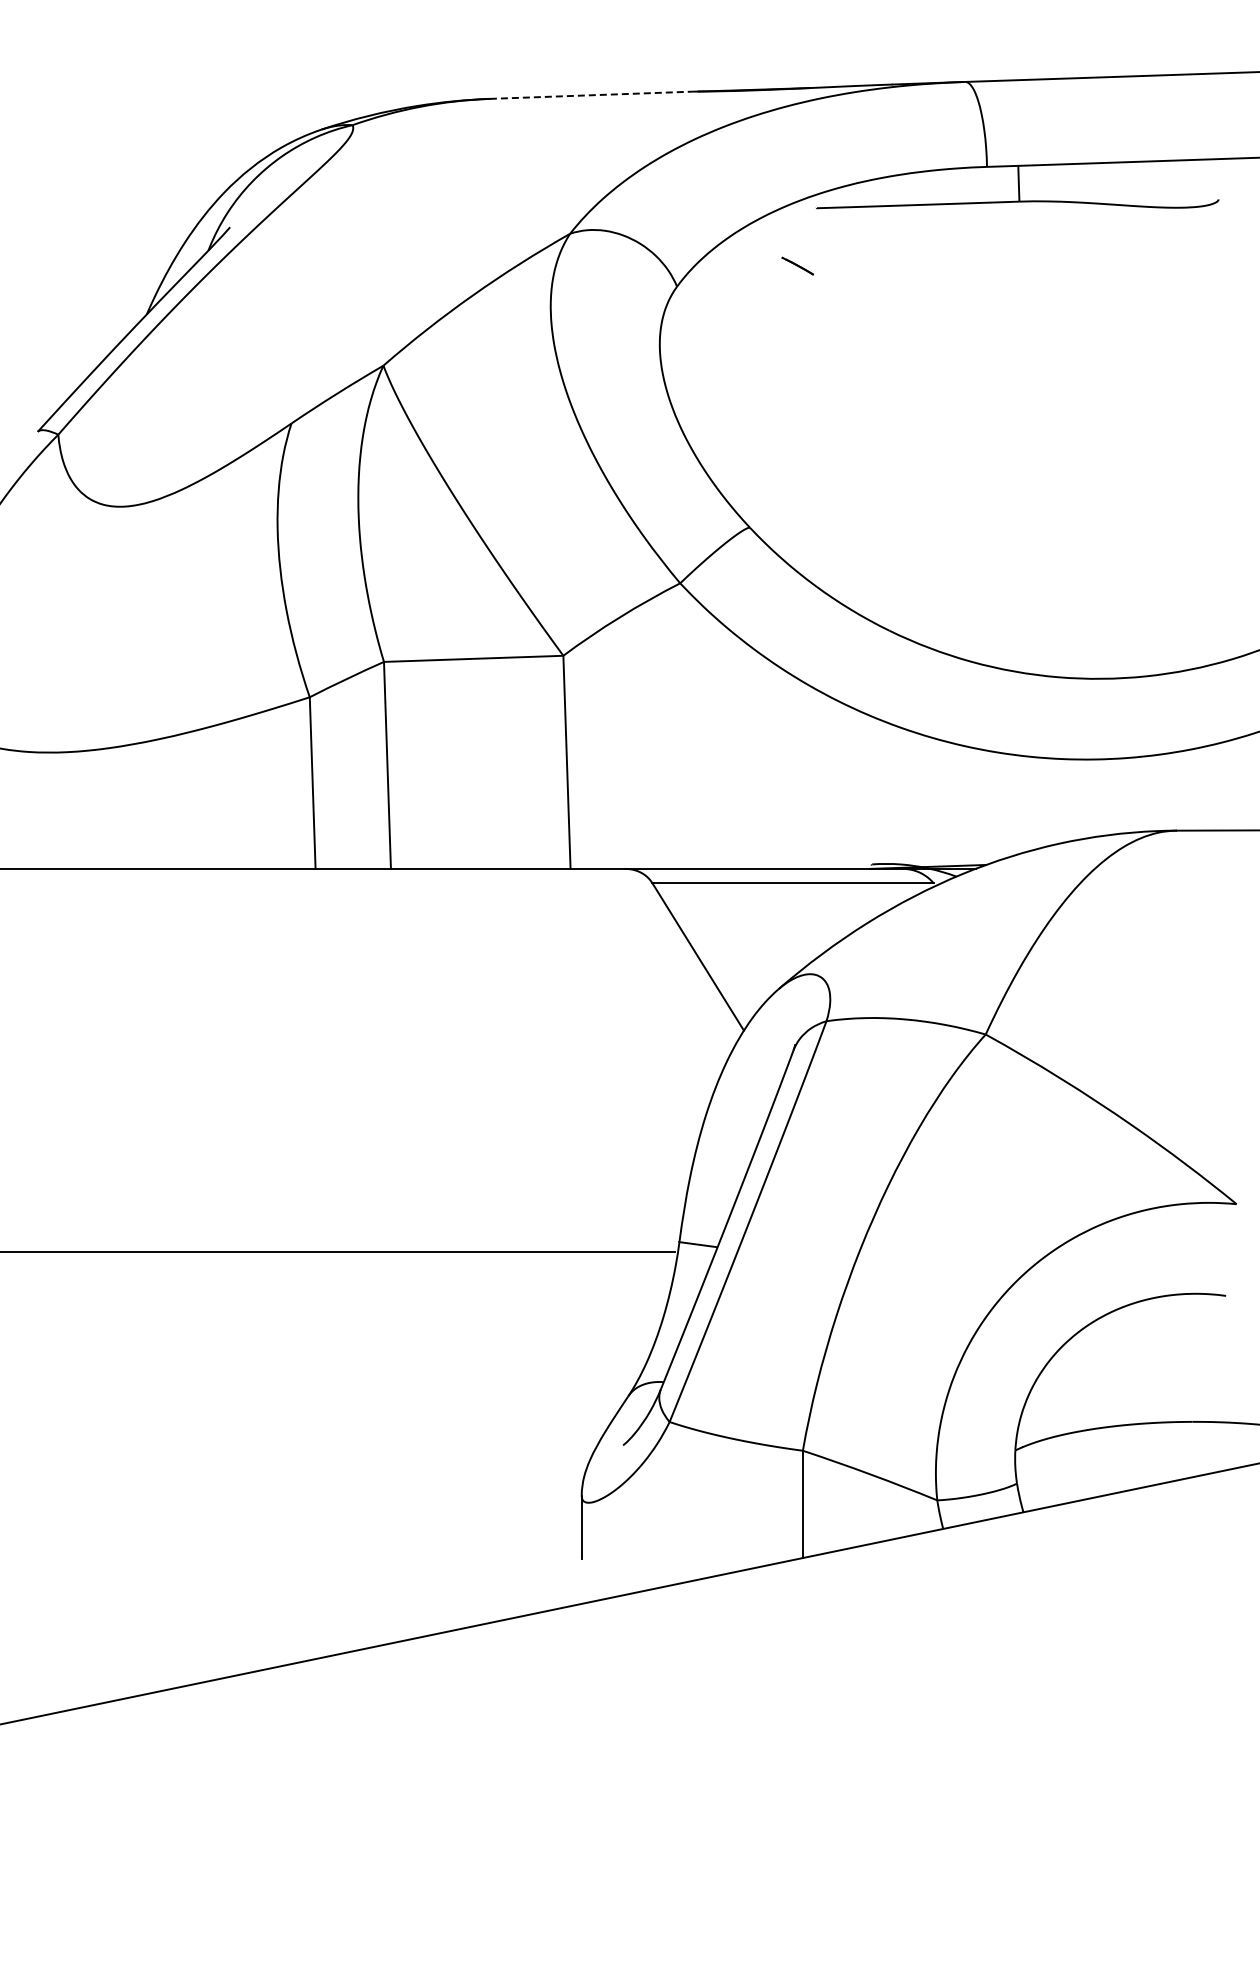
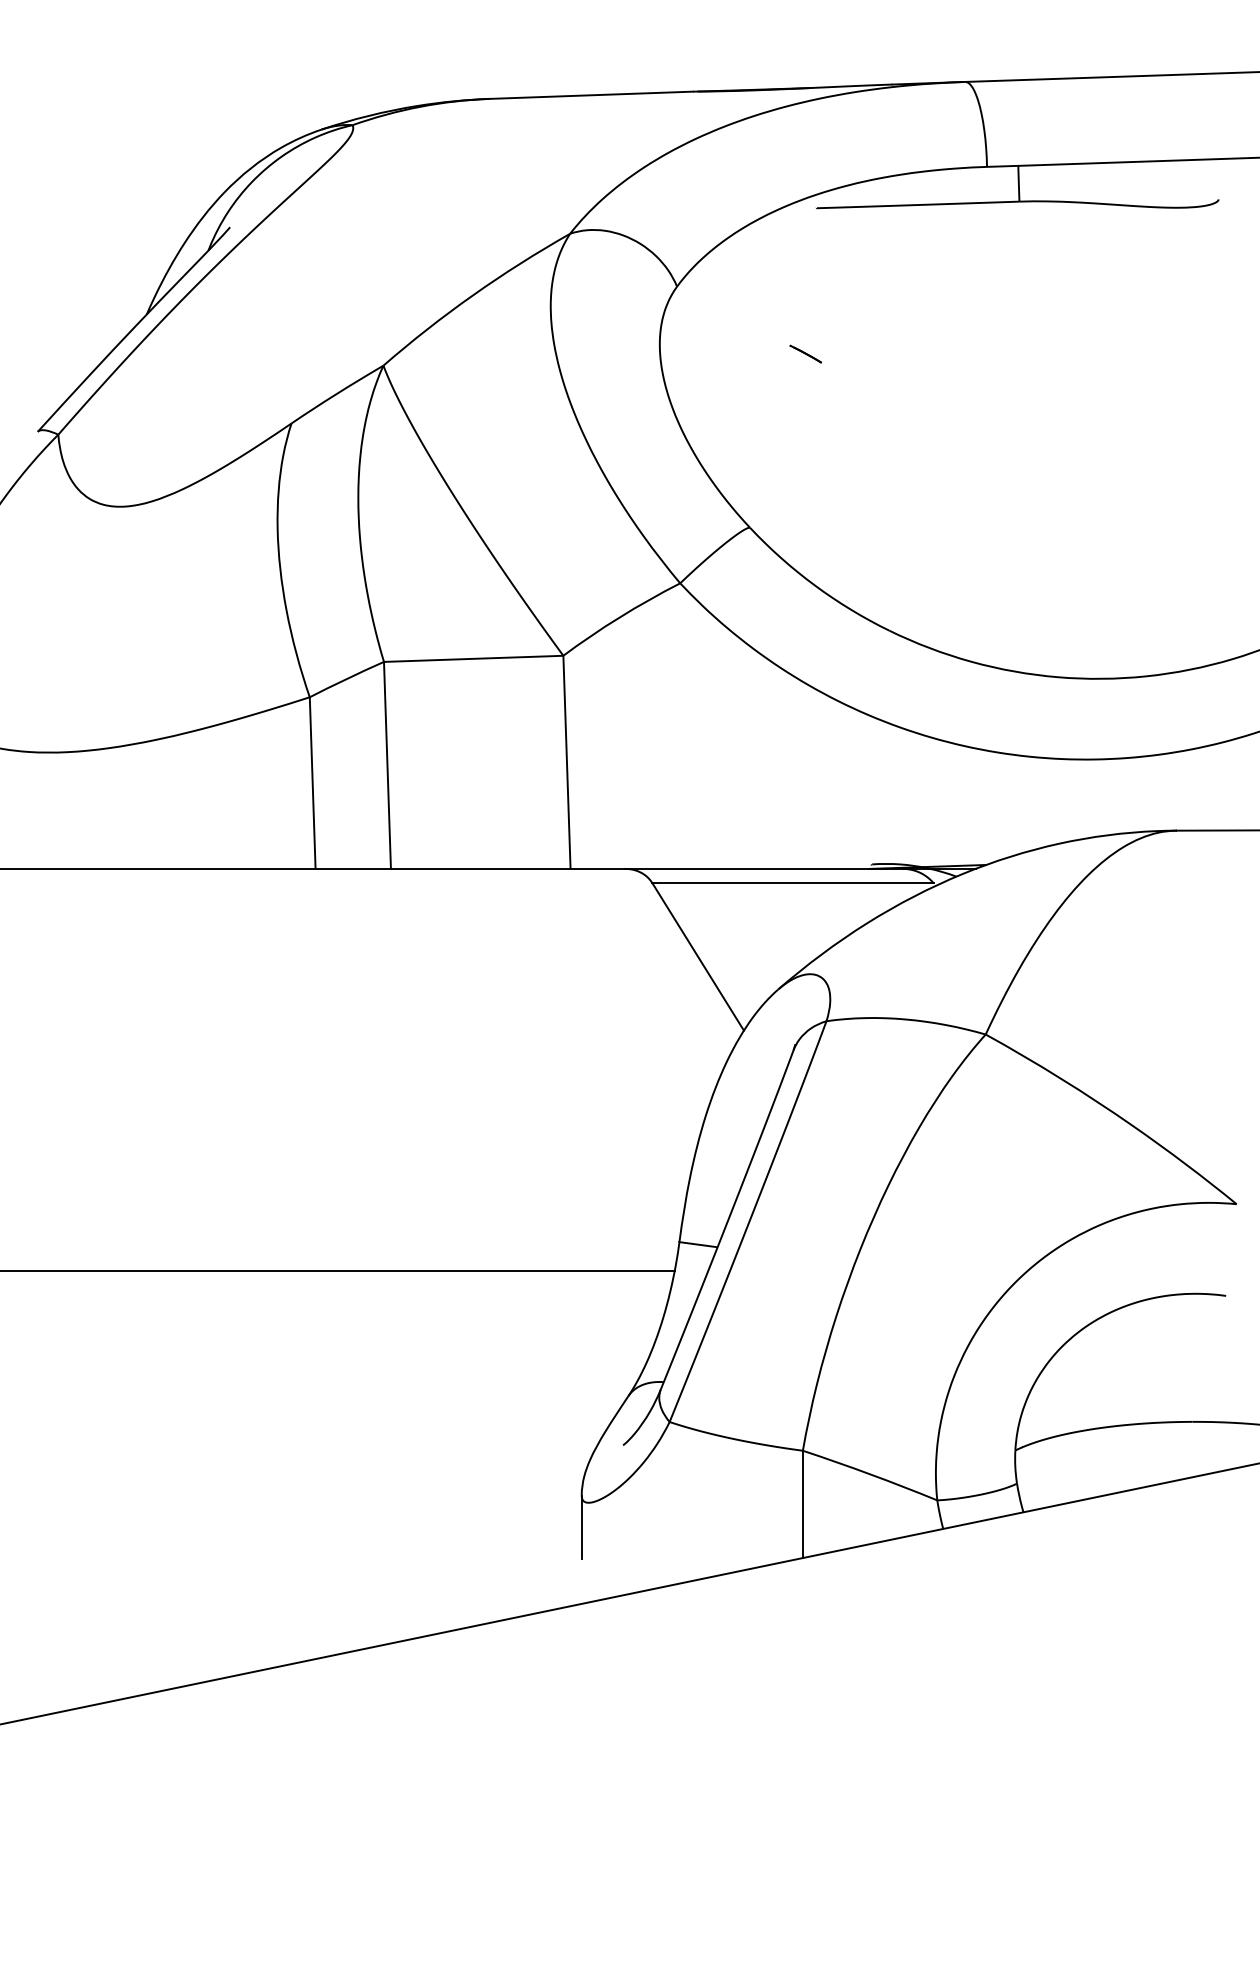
line at (591, 95): dashed -> solid
line at (797, 265) position: (797, 265) -> (805, 353)
line at (338, 1252) position: (338, 1252) -> (338, 1271)
